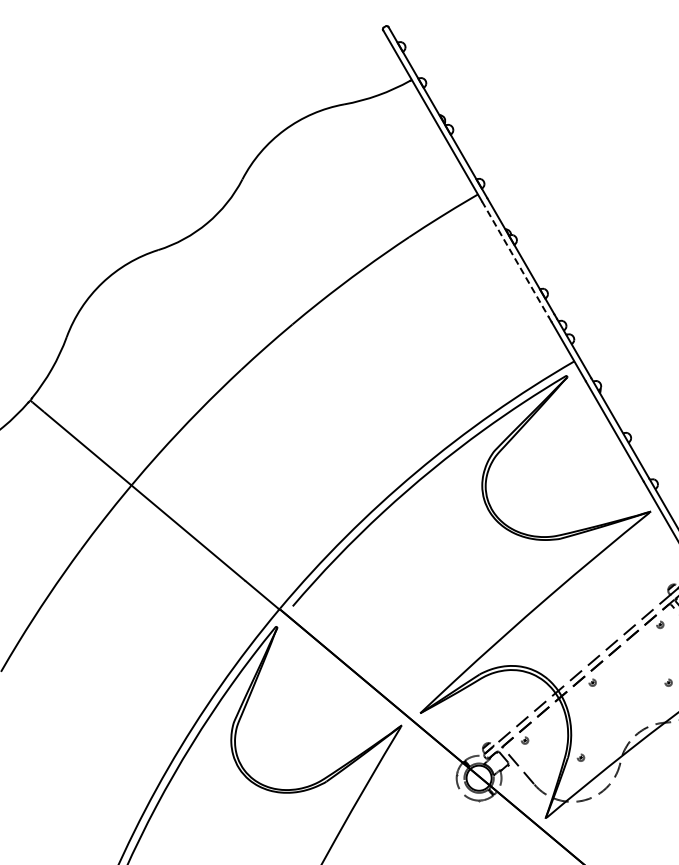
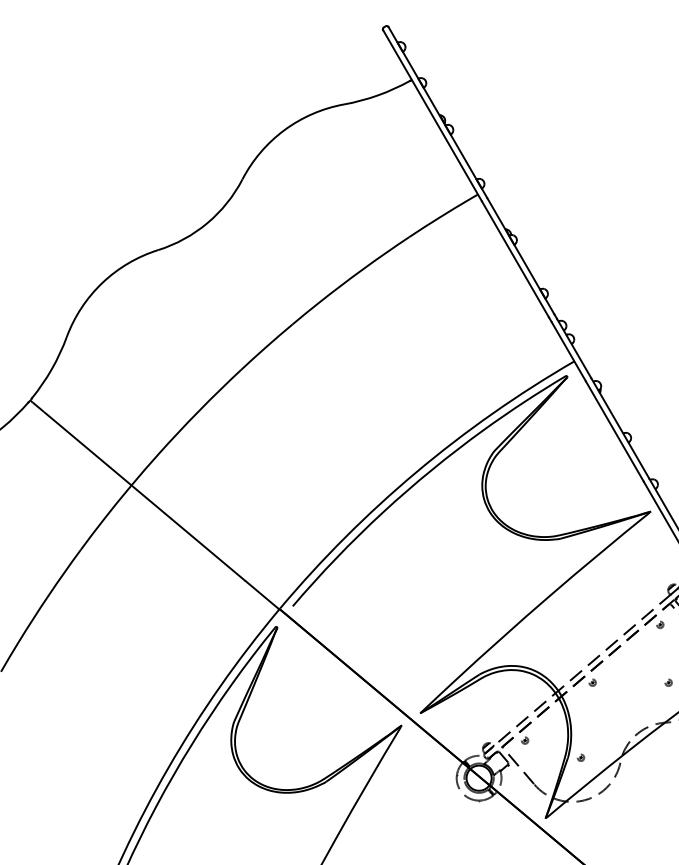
line at (515, 259): dashed -> solid
